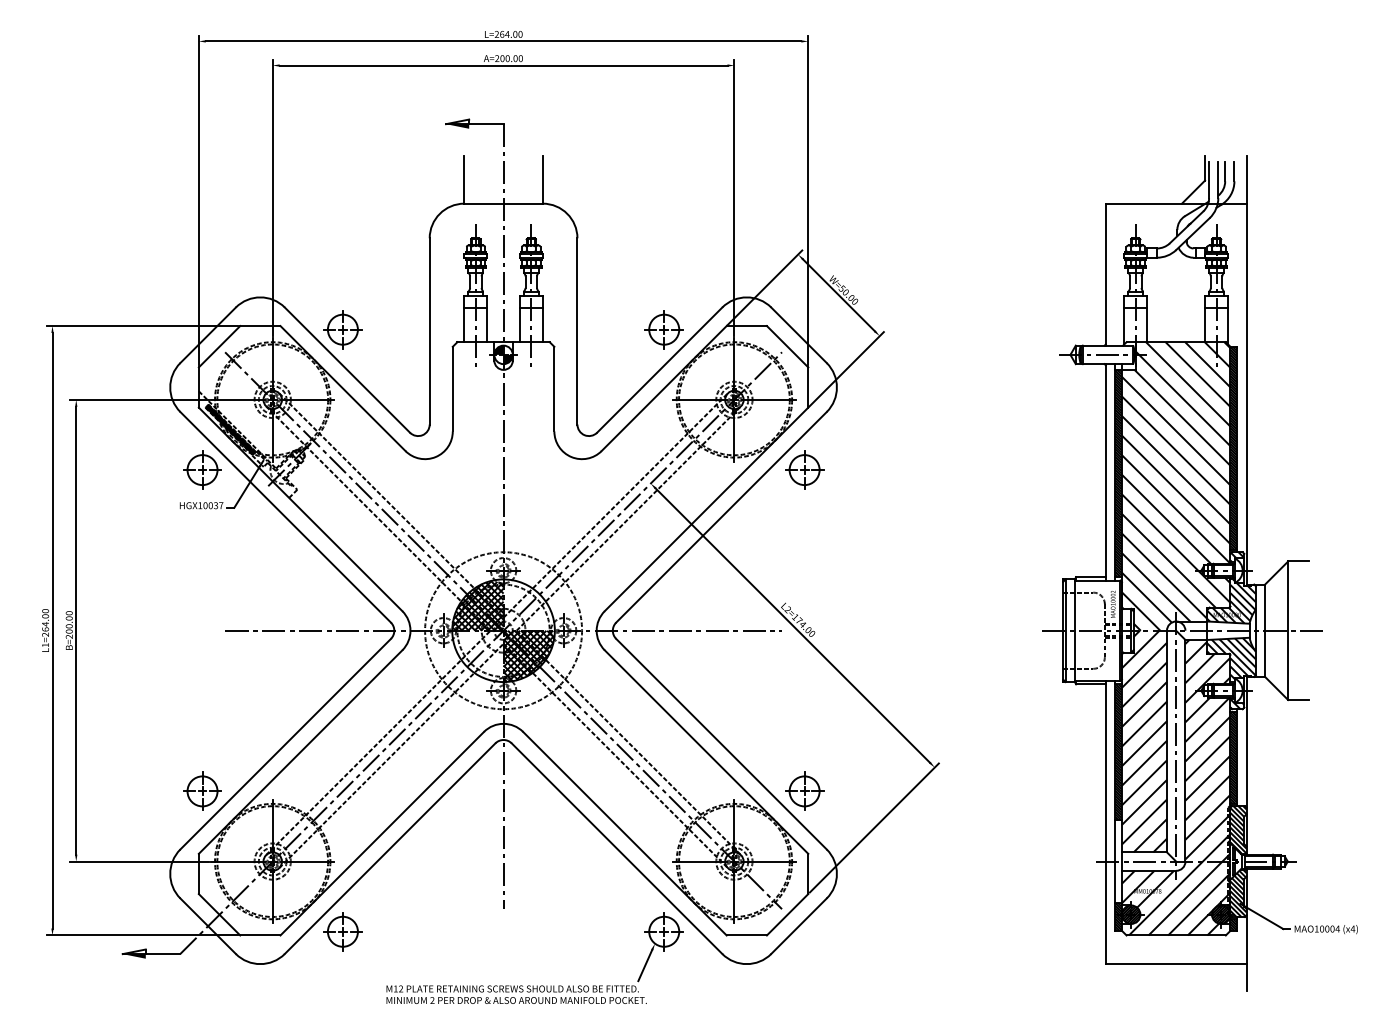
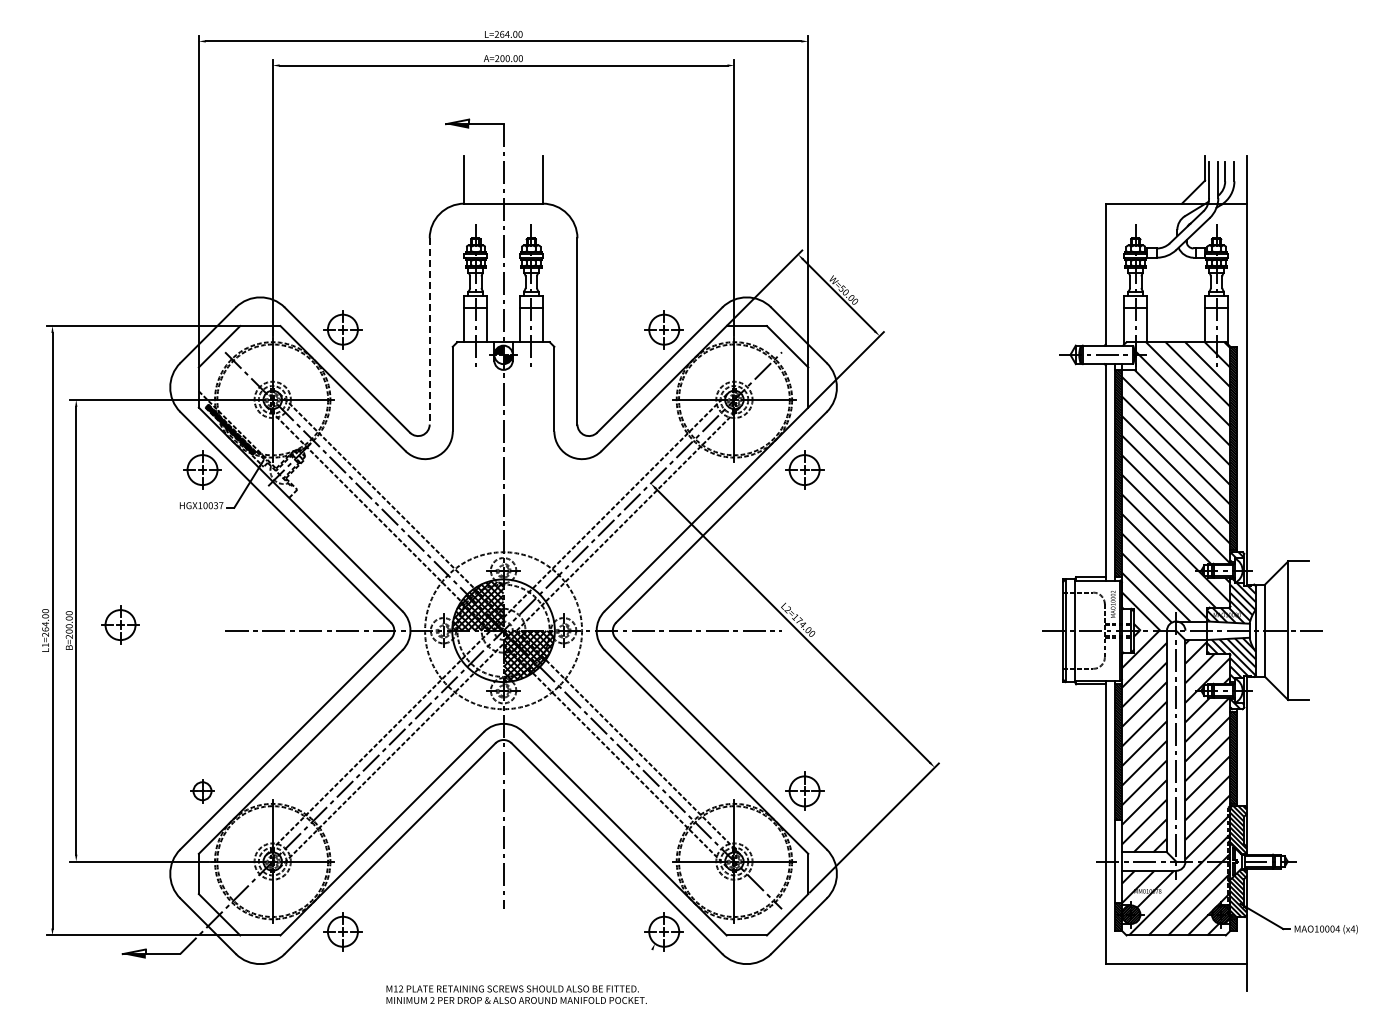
line at (429, 331): solid -> dashed
part at (120, 624): none -> present
part at (202, 790) size: 39x40 px -> 25x25 px
line at (645, 965): present -> none
